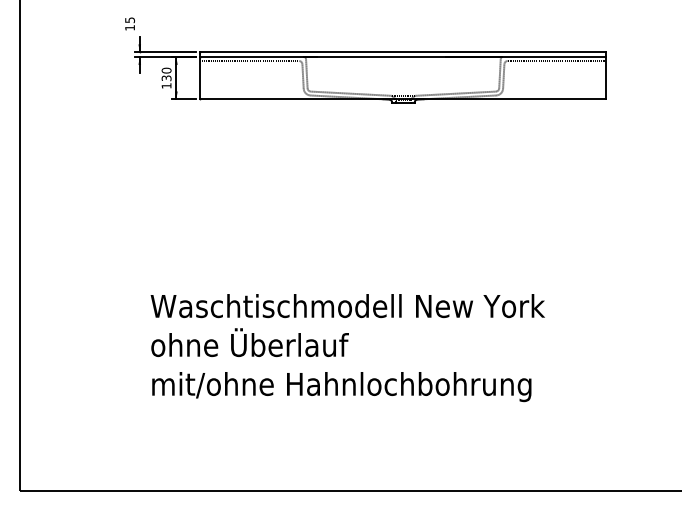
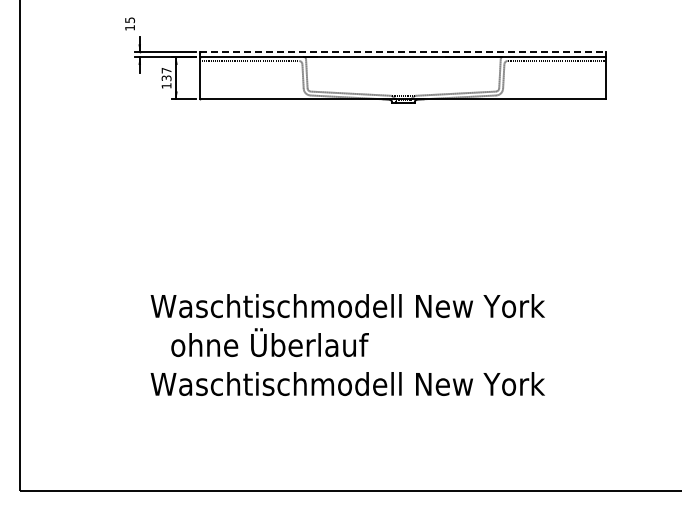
line at (403, 52): solid -> dashed
text at (166, 70): 130 -> 137
text at (249, 342) position: (249, 342) -> (269, 342)
text at (347, 387): mit/ohne Hahnlochbohrung -> Waschtischmodell New York
